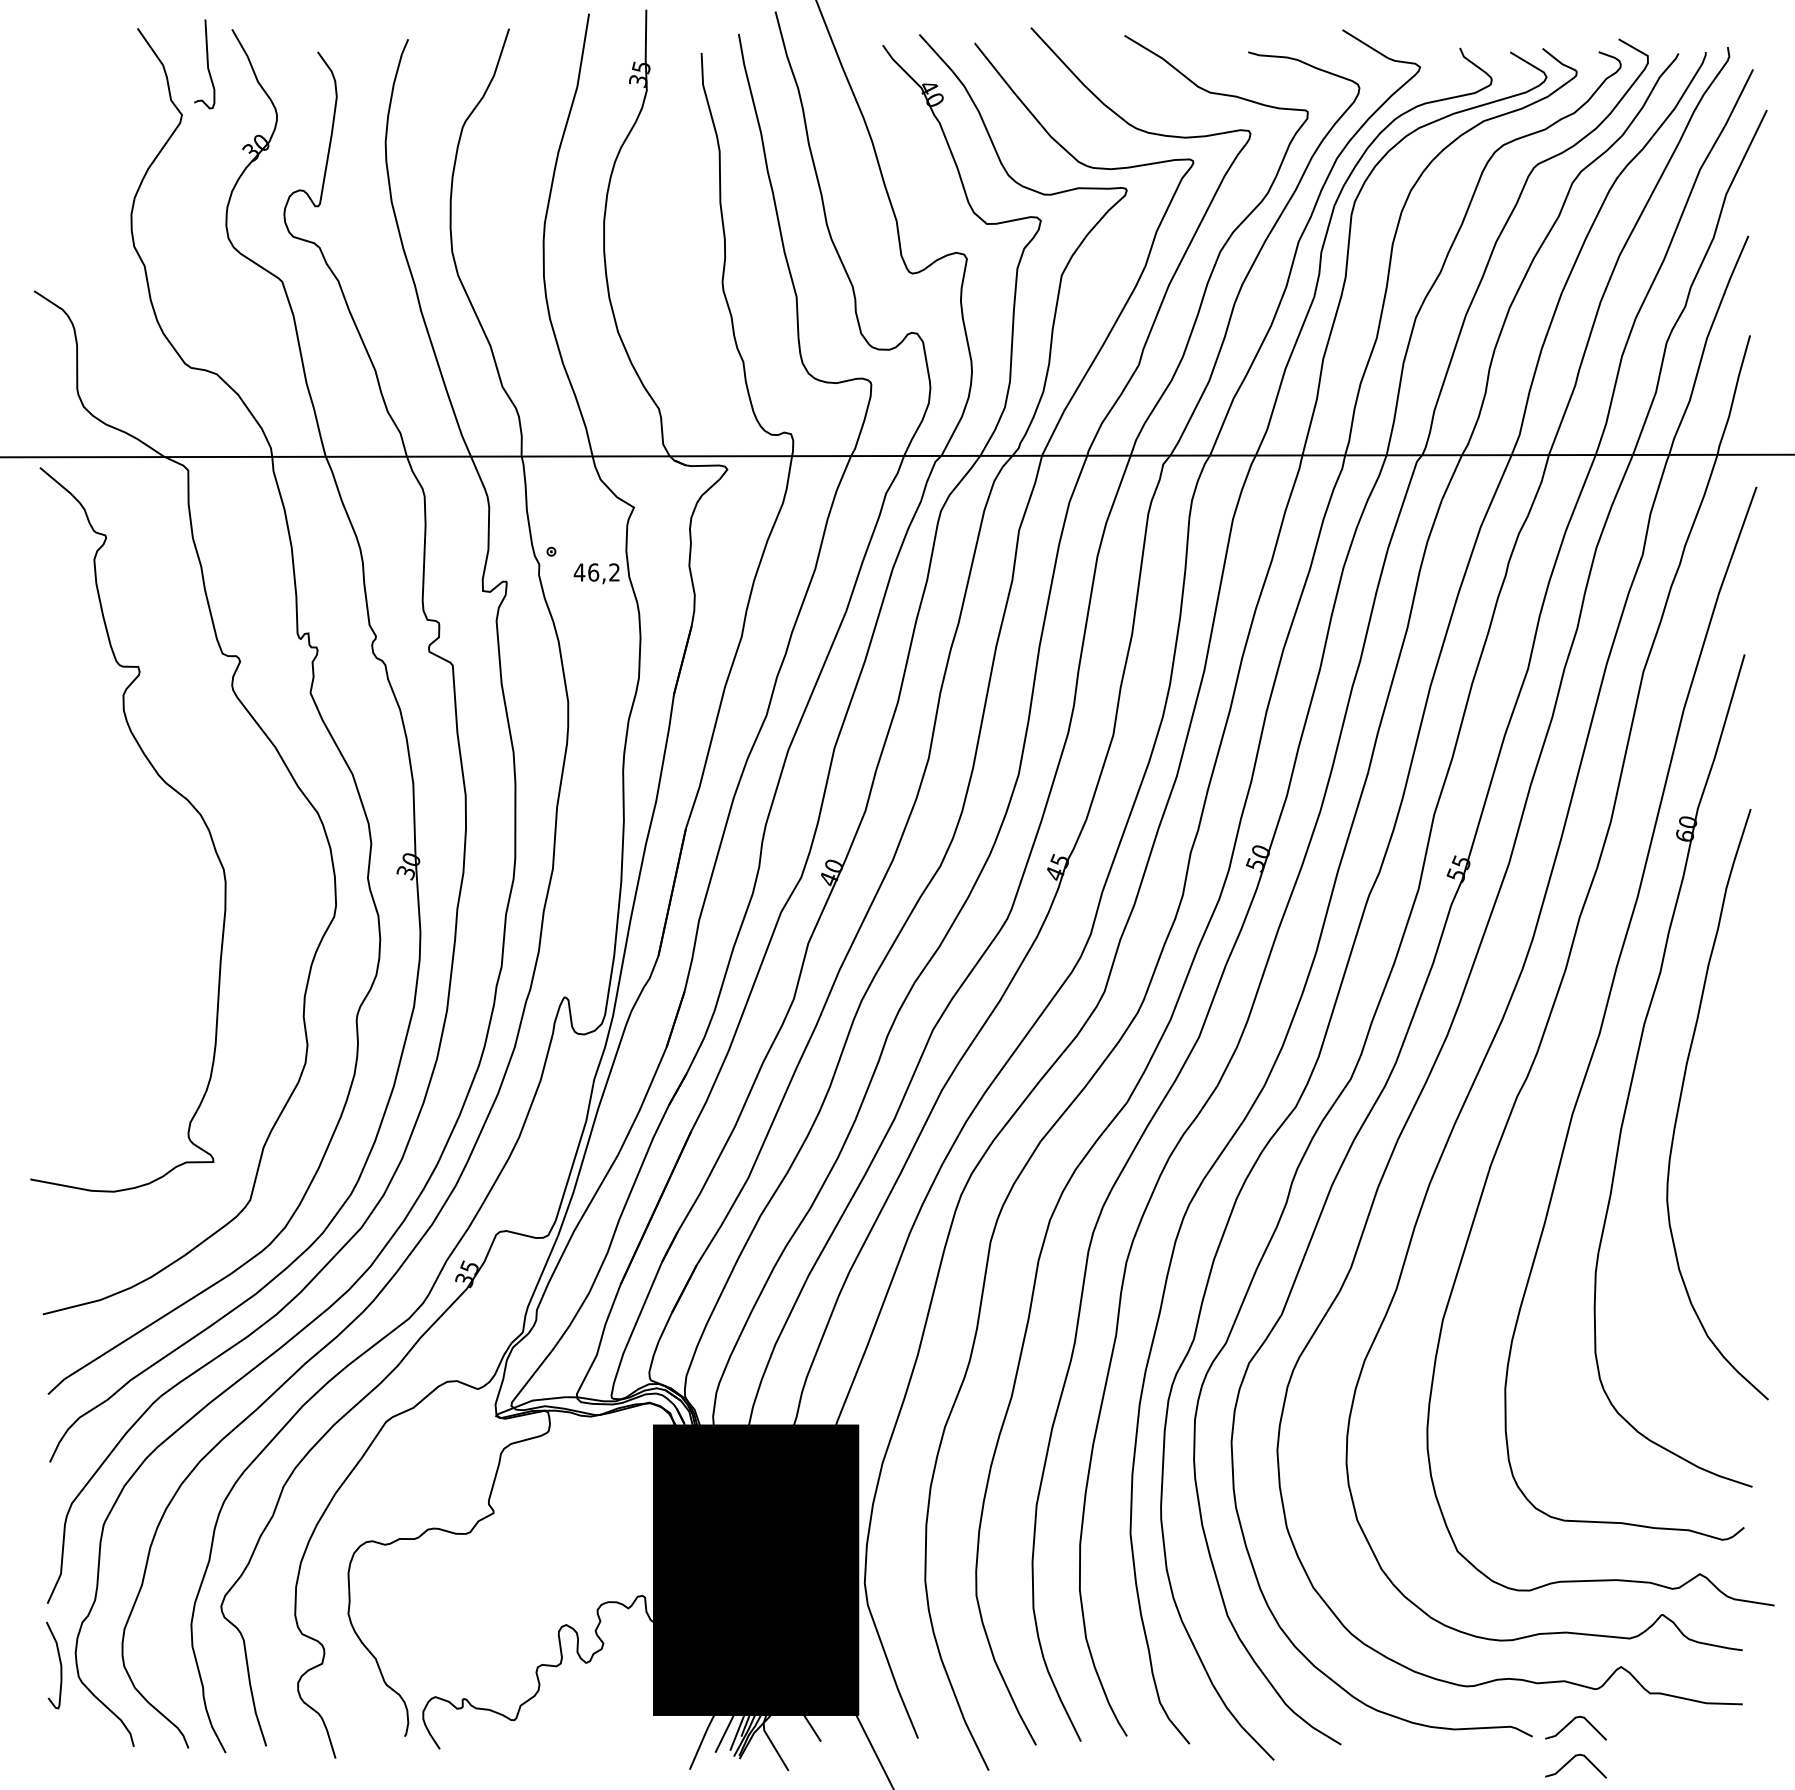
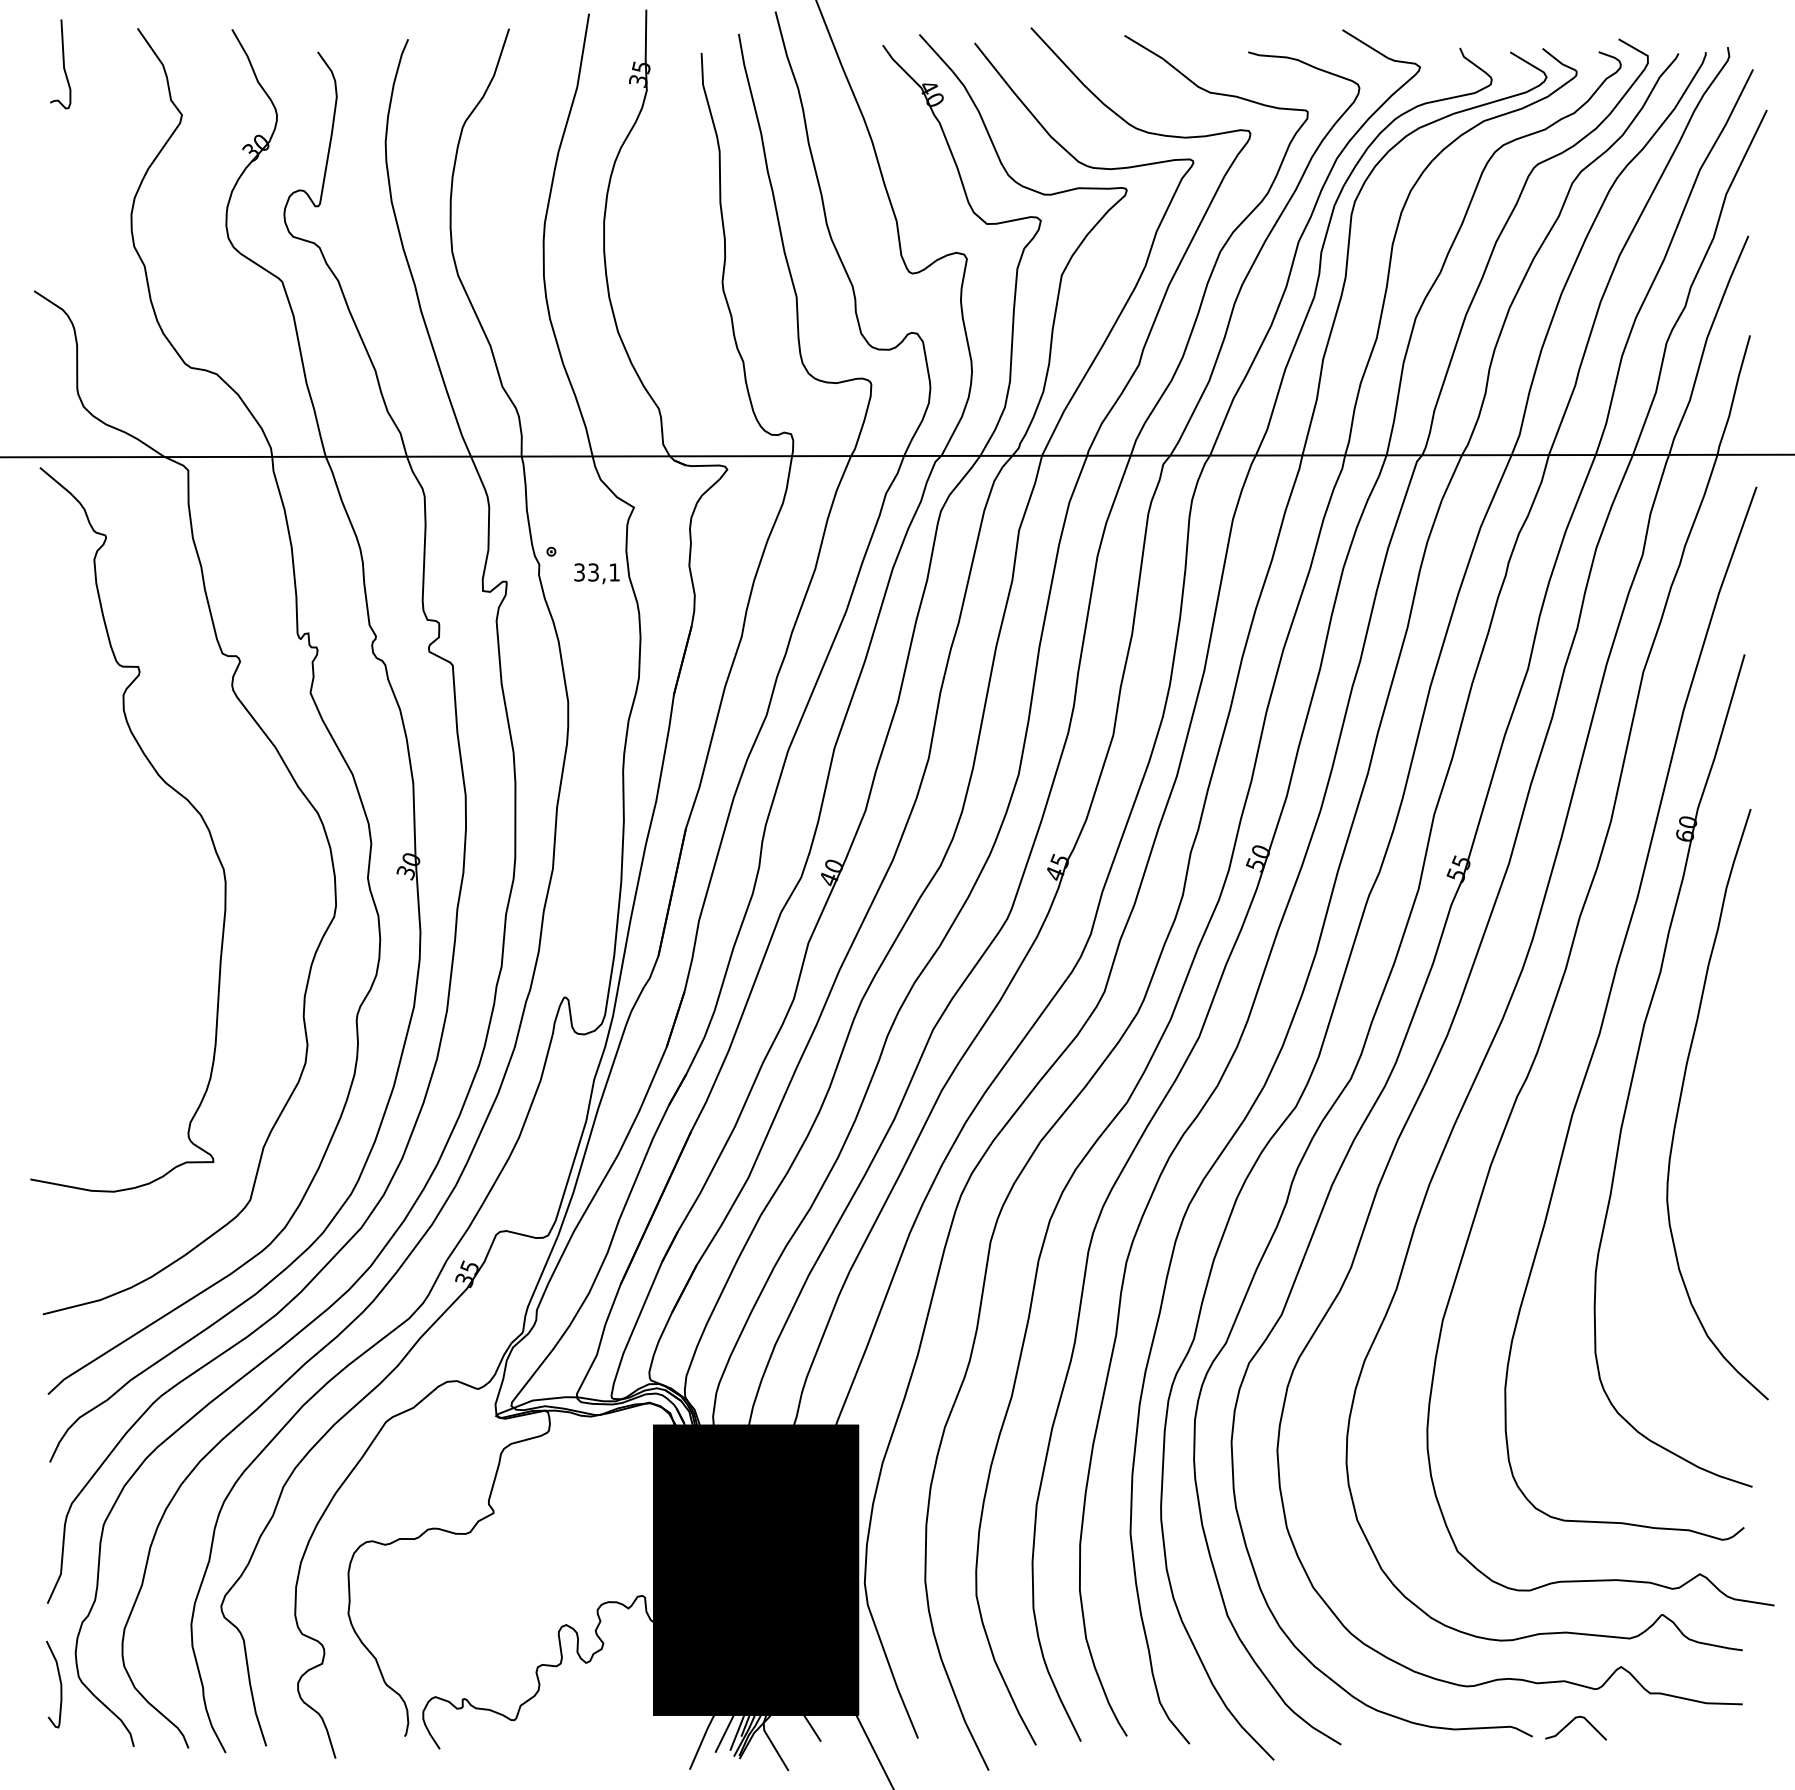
curve at (206, 62) position: (206, 62) -> (62, 62)
text at (596, 572): 46,2 -> 33,1
curve at (59, 1662) position: (59, 1662) -> (59, 1681)
curve at (1571, 1760): present -> none
